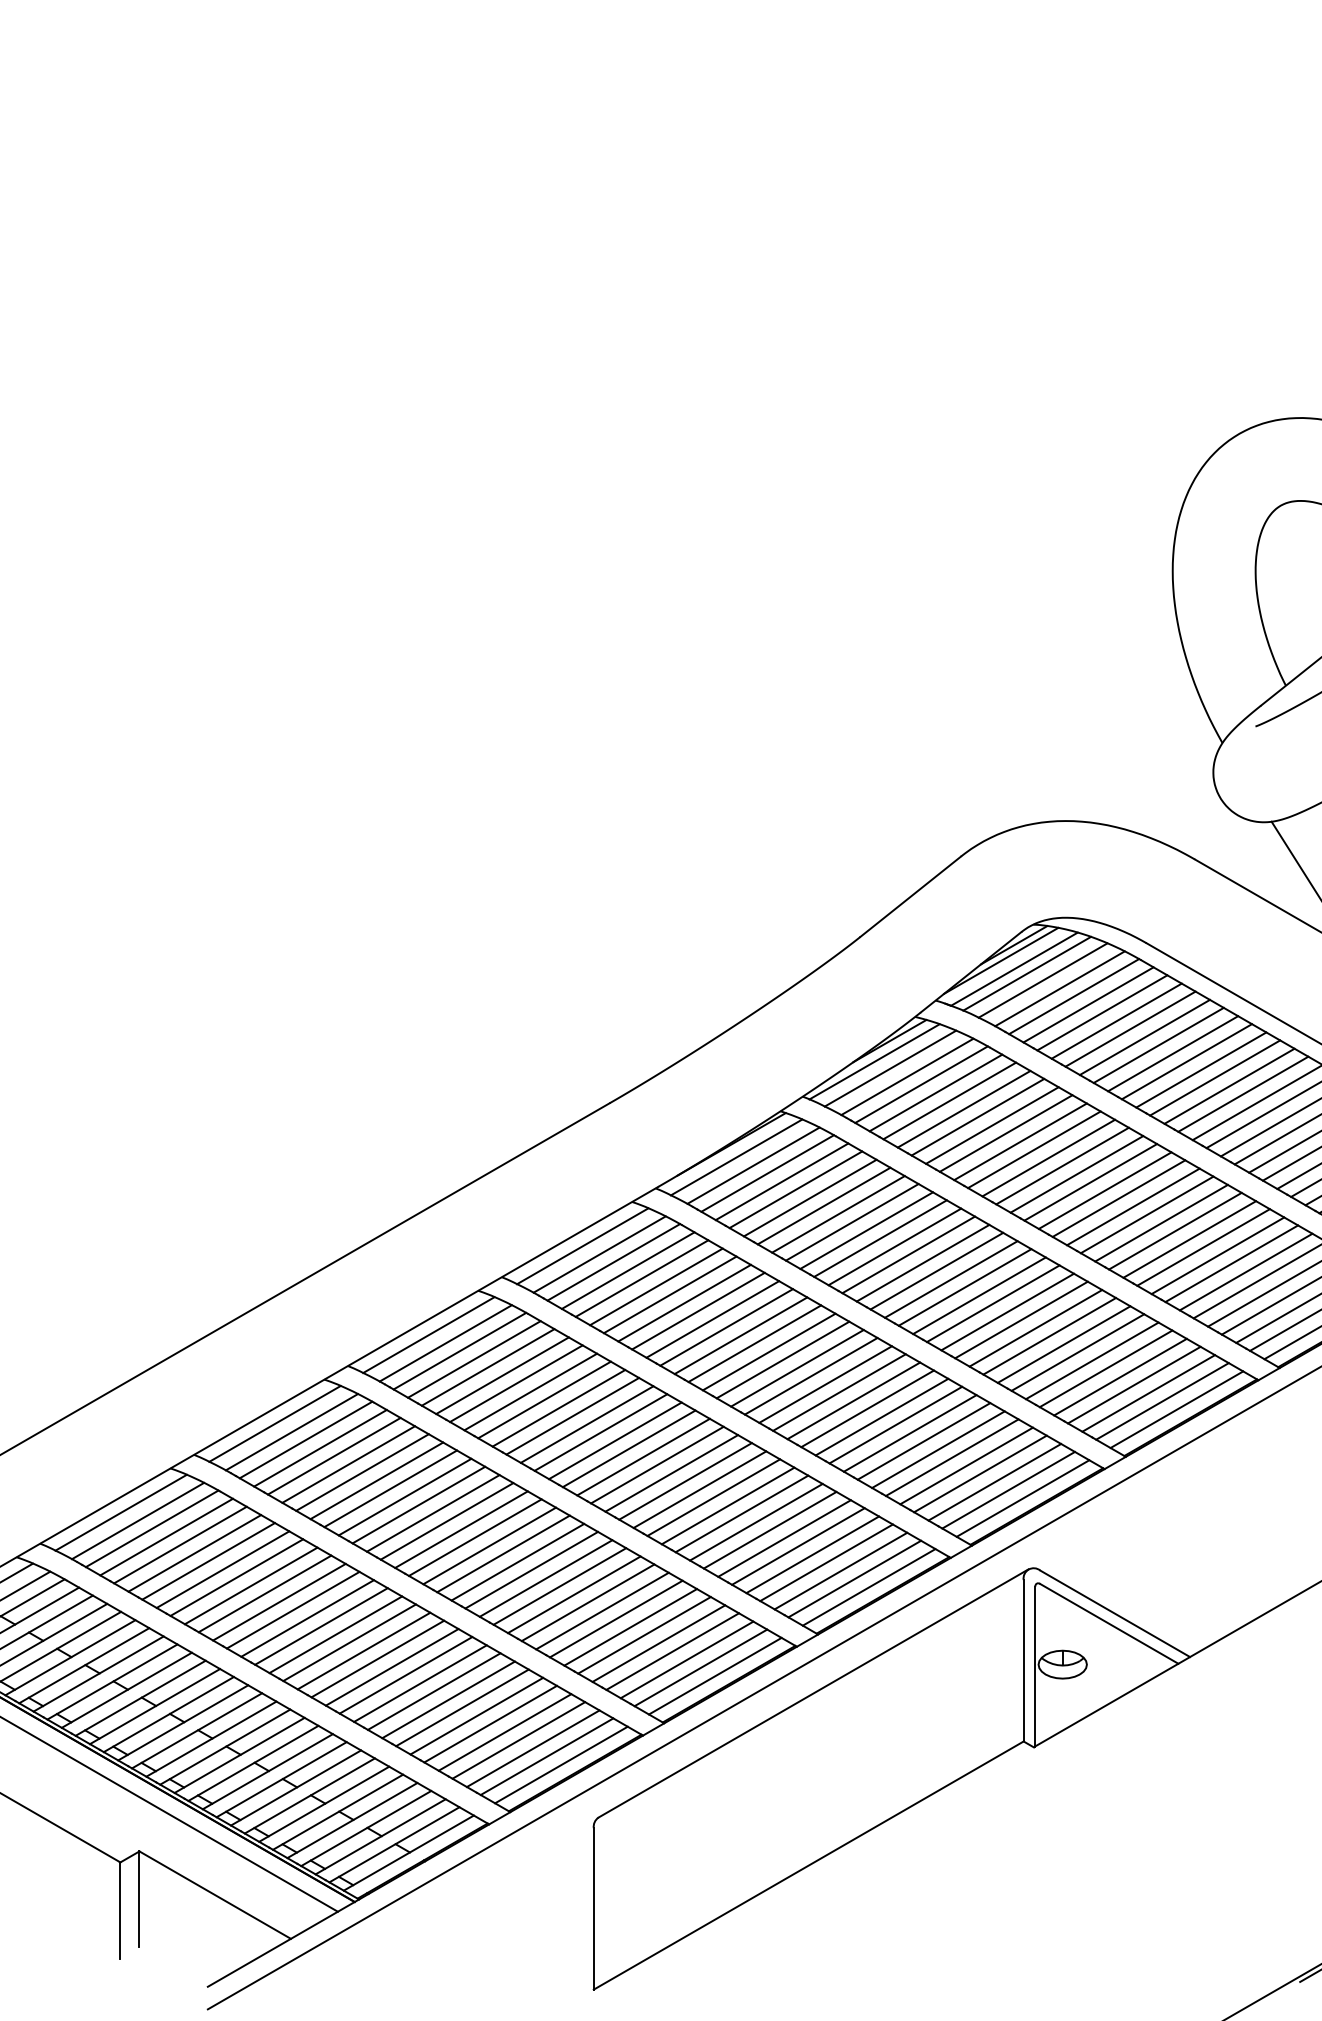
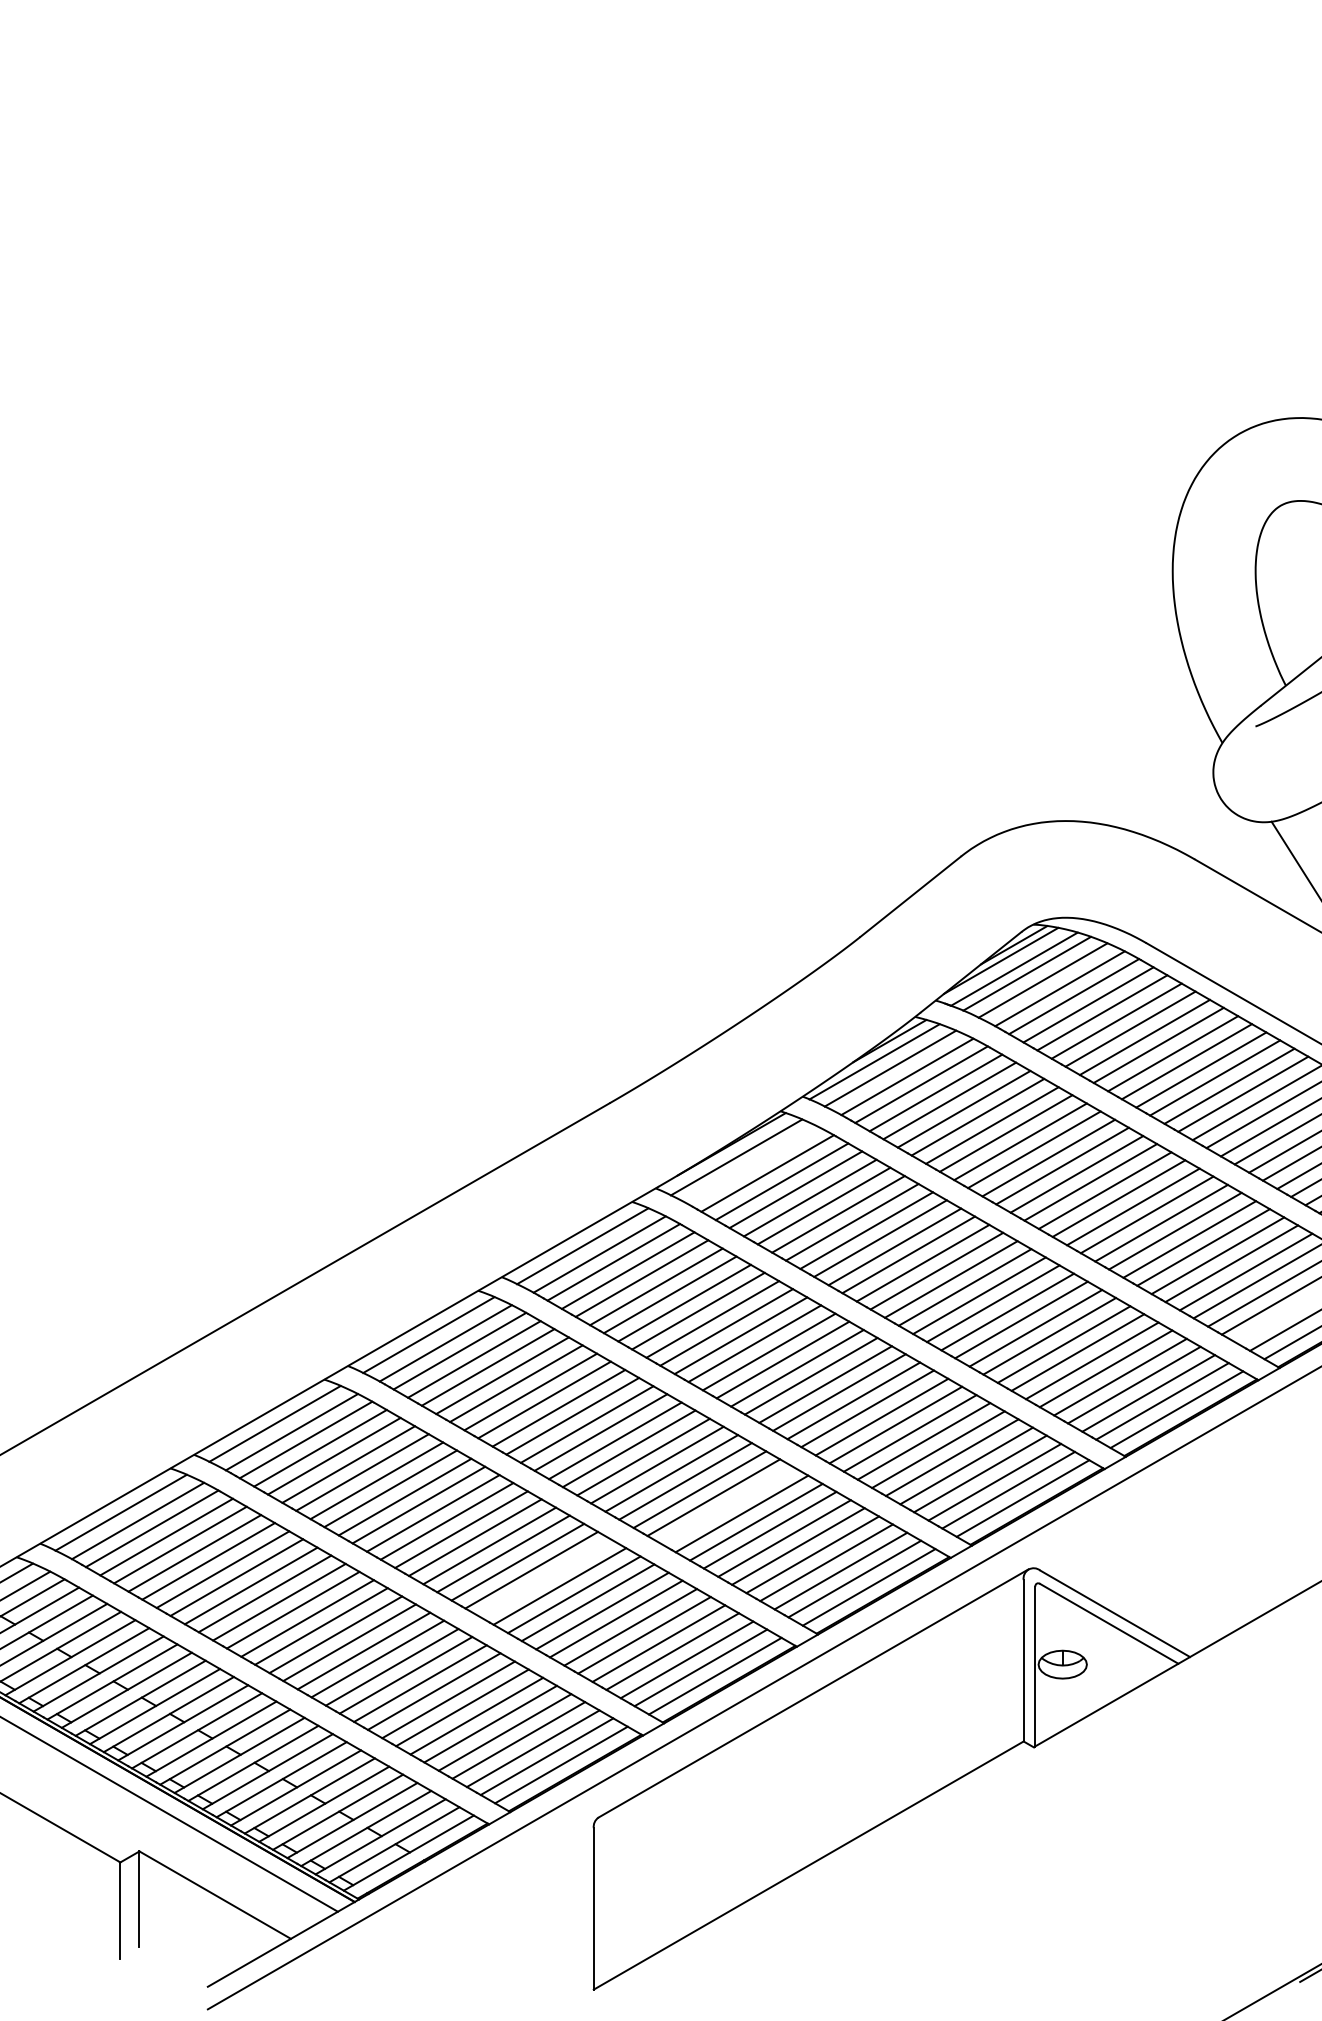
line at (753, 1165): present -> none
line at (1277, 1318): present -> none
line at (727, 1505): present -> none
line at (545, 1578): present -> none
